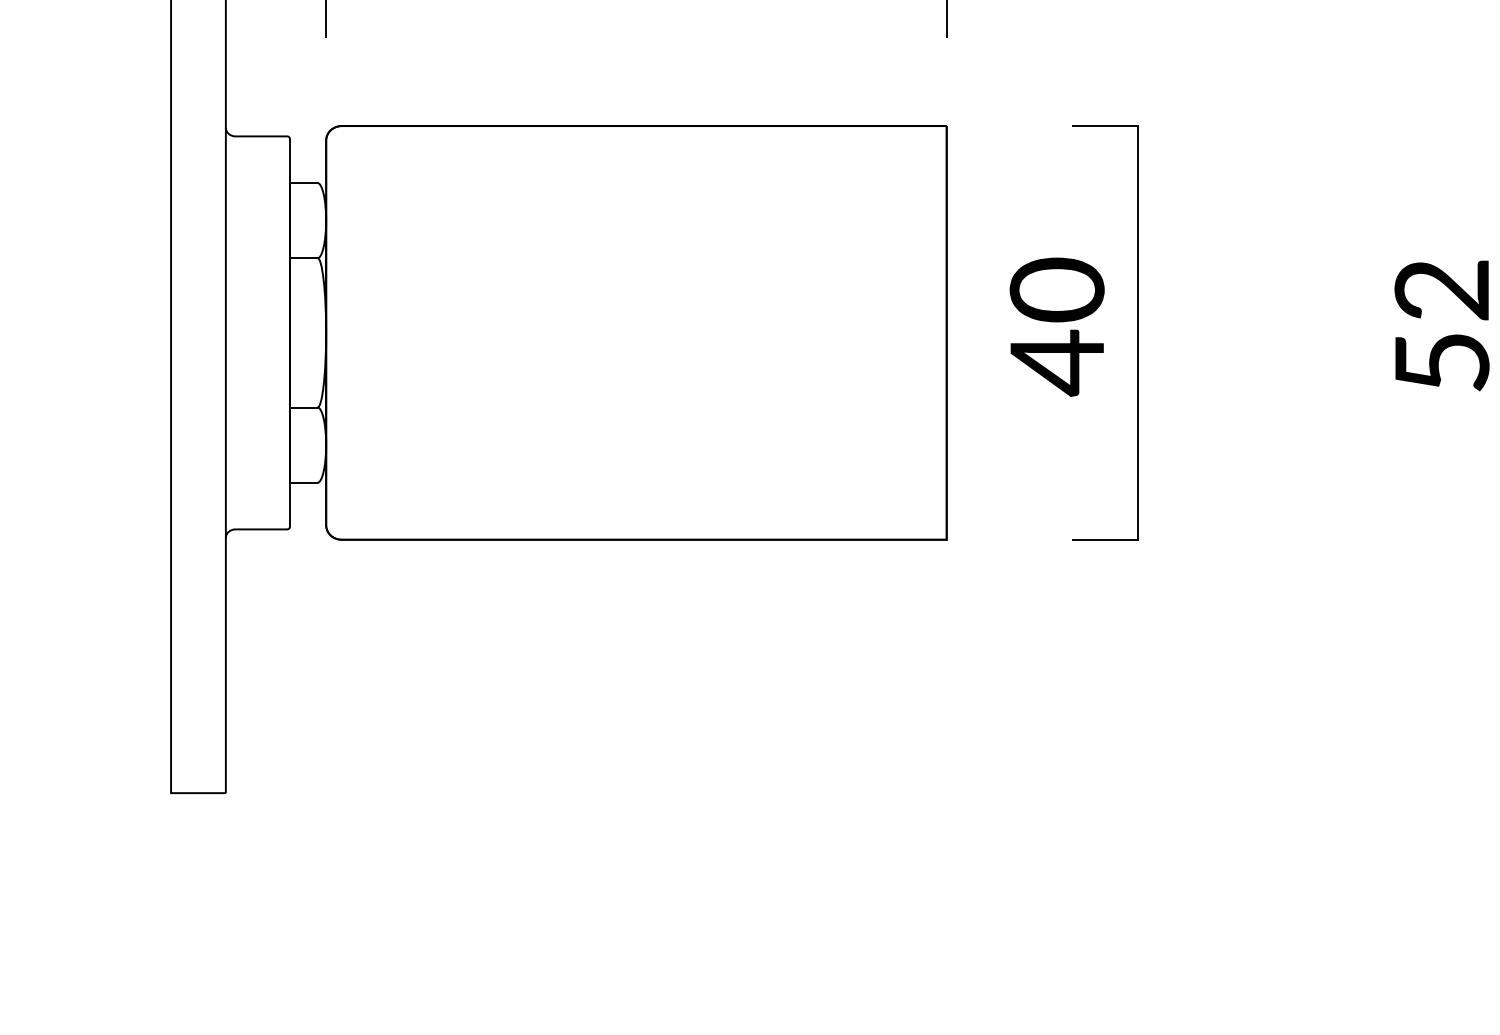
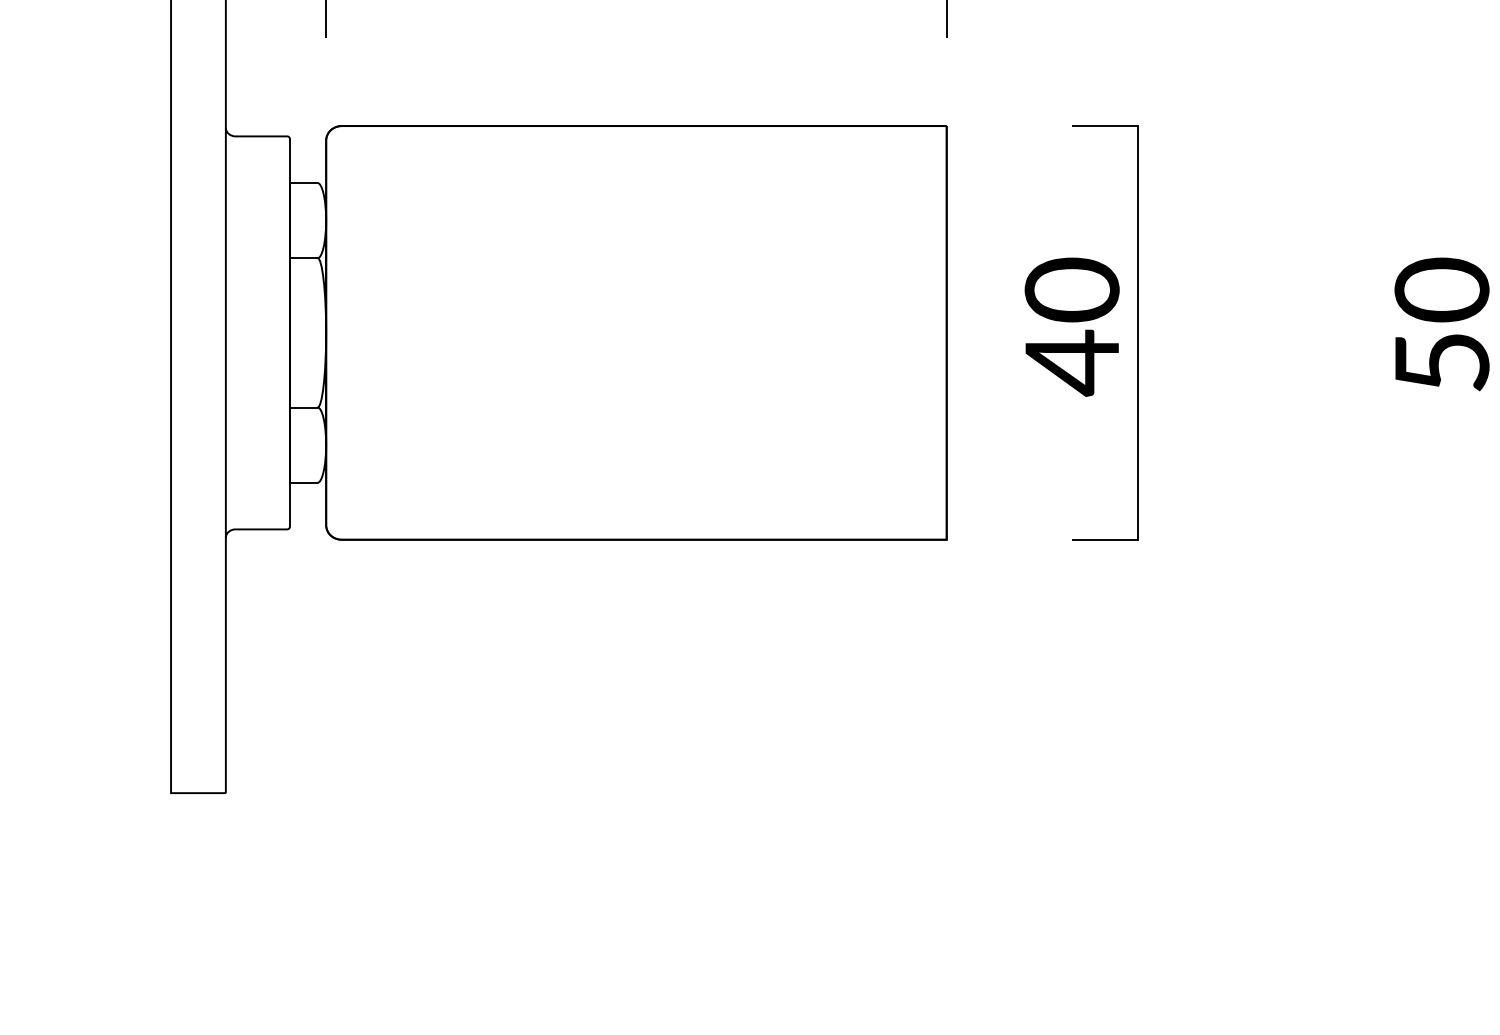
text at (1441, 289): 52 -> 50
text at (1056, 326) position: (1056, 326) -> (1071, 326)
